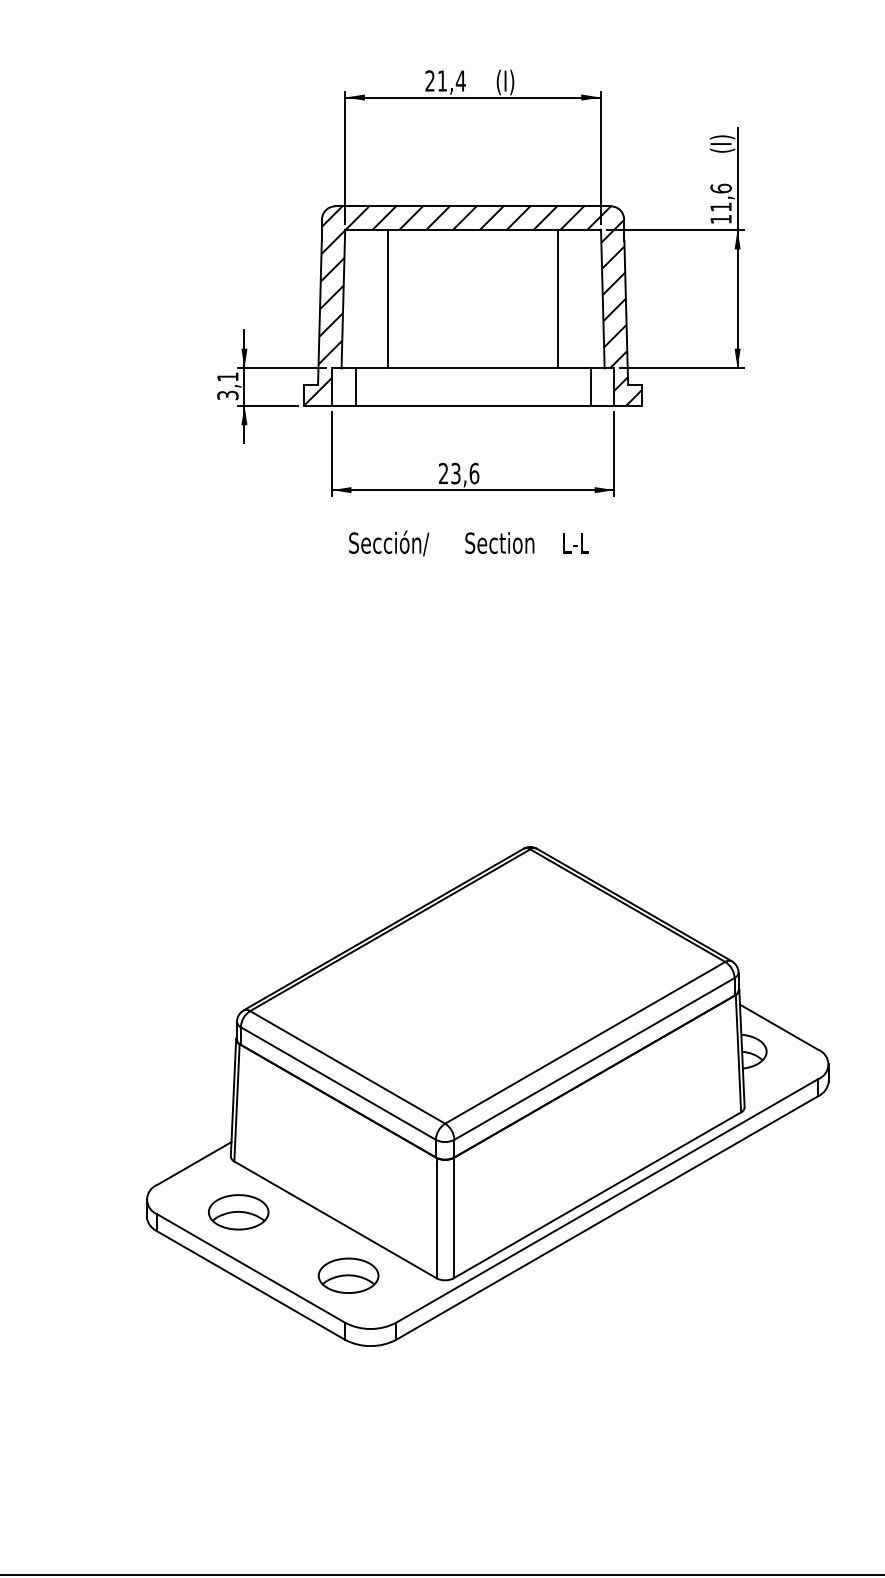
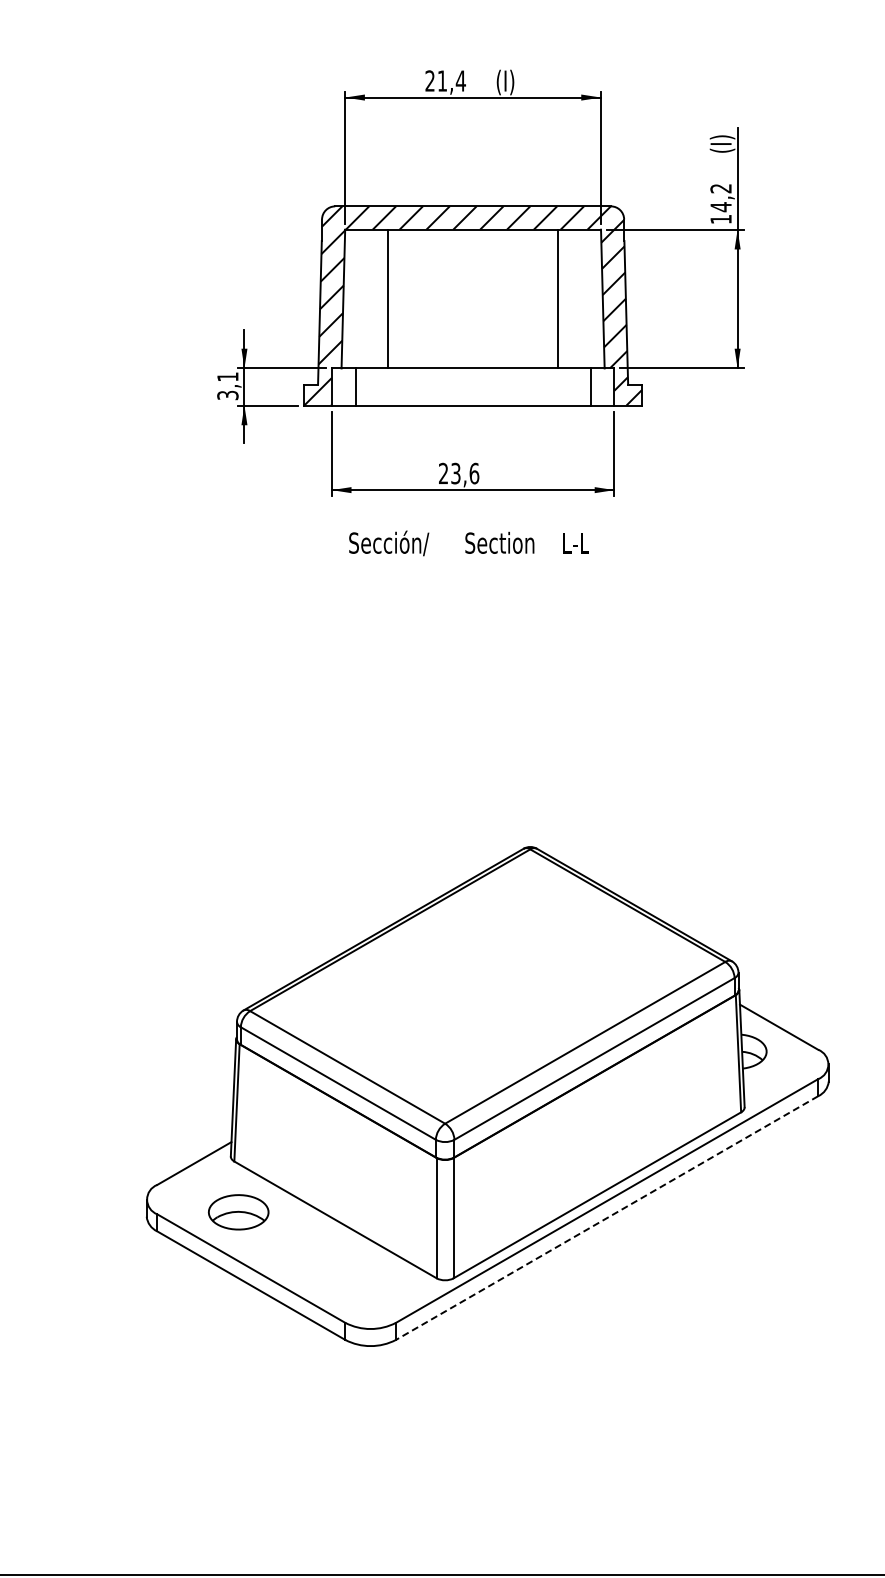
text at (720, 197): 11,6 -> 14,2
line at (607, 1218): solid -> dashed
part at (348, 1275): present -> none
